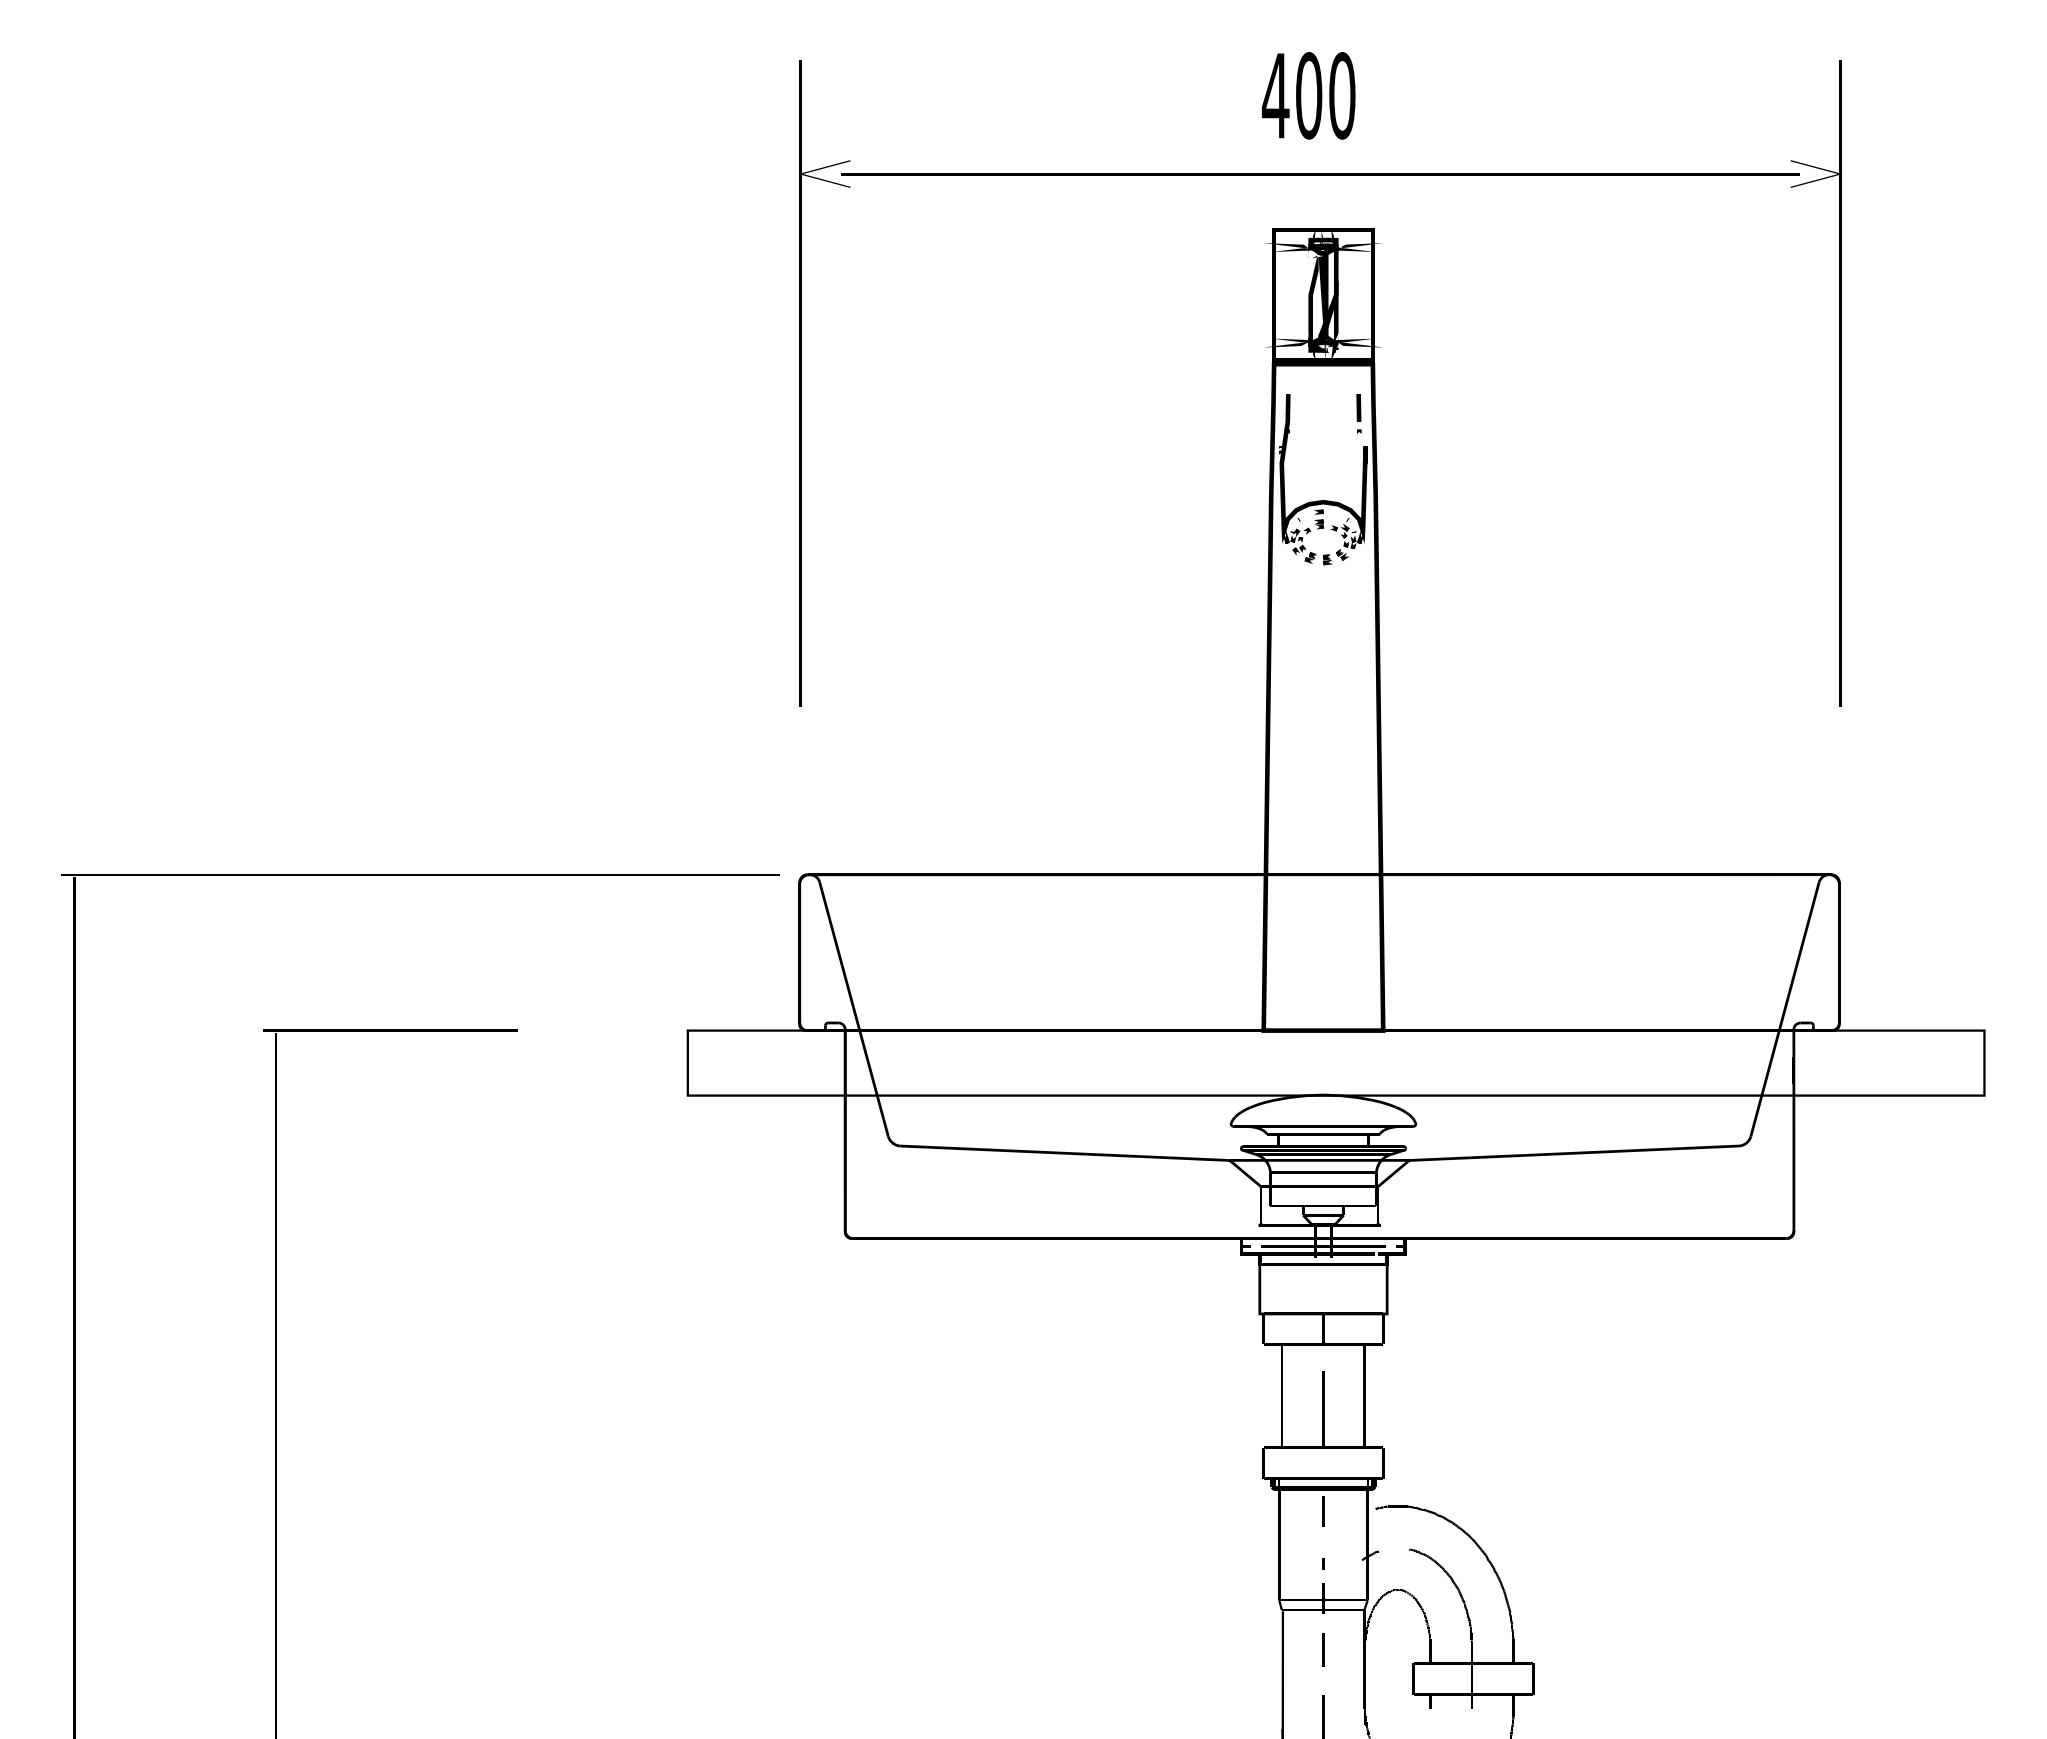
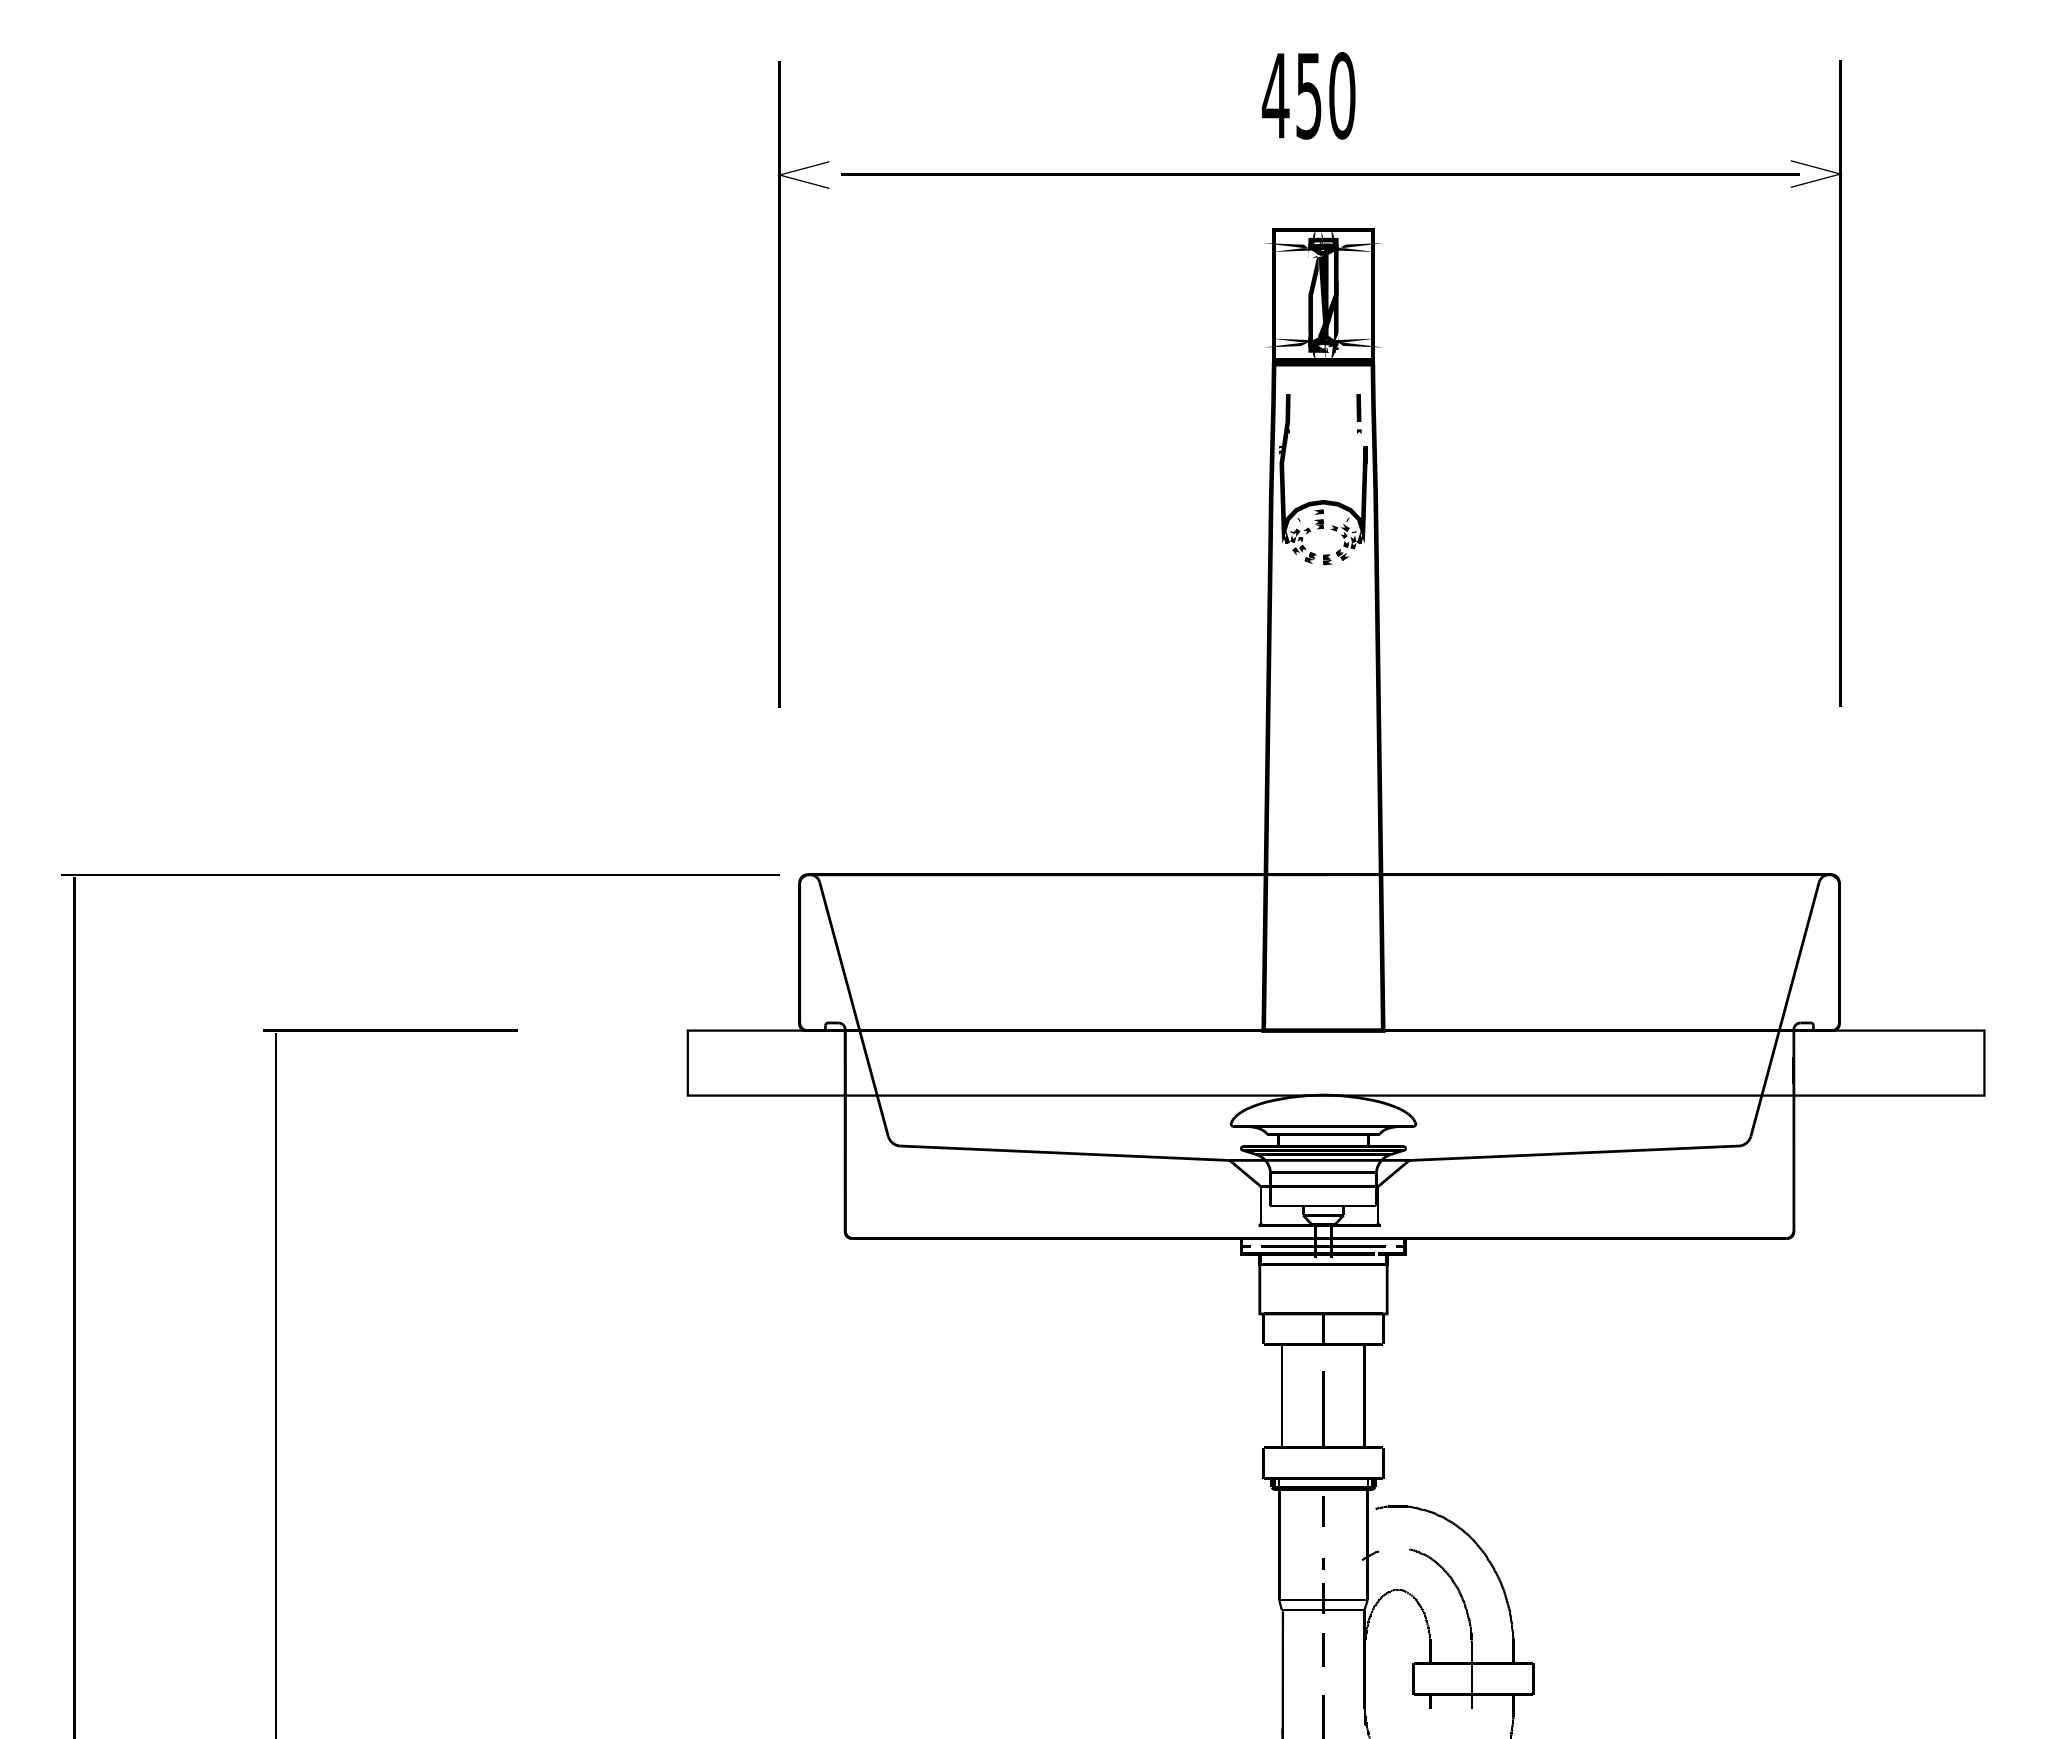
text at (1309, 95): 400 -> 450
part at (801, 383) position: (801, 383) -> (780, 384)
